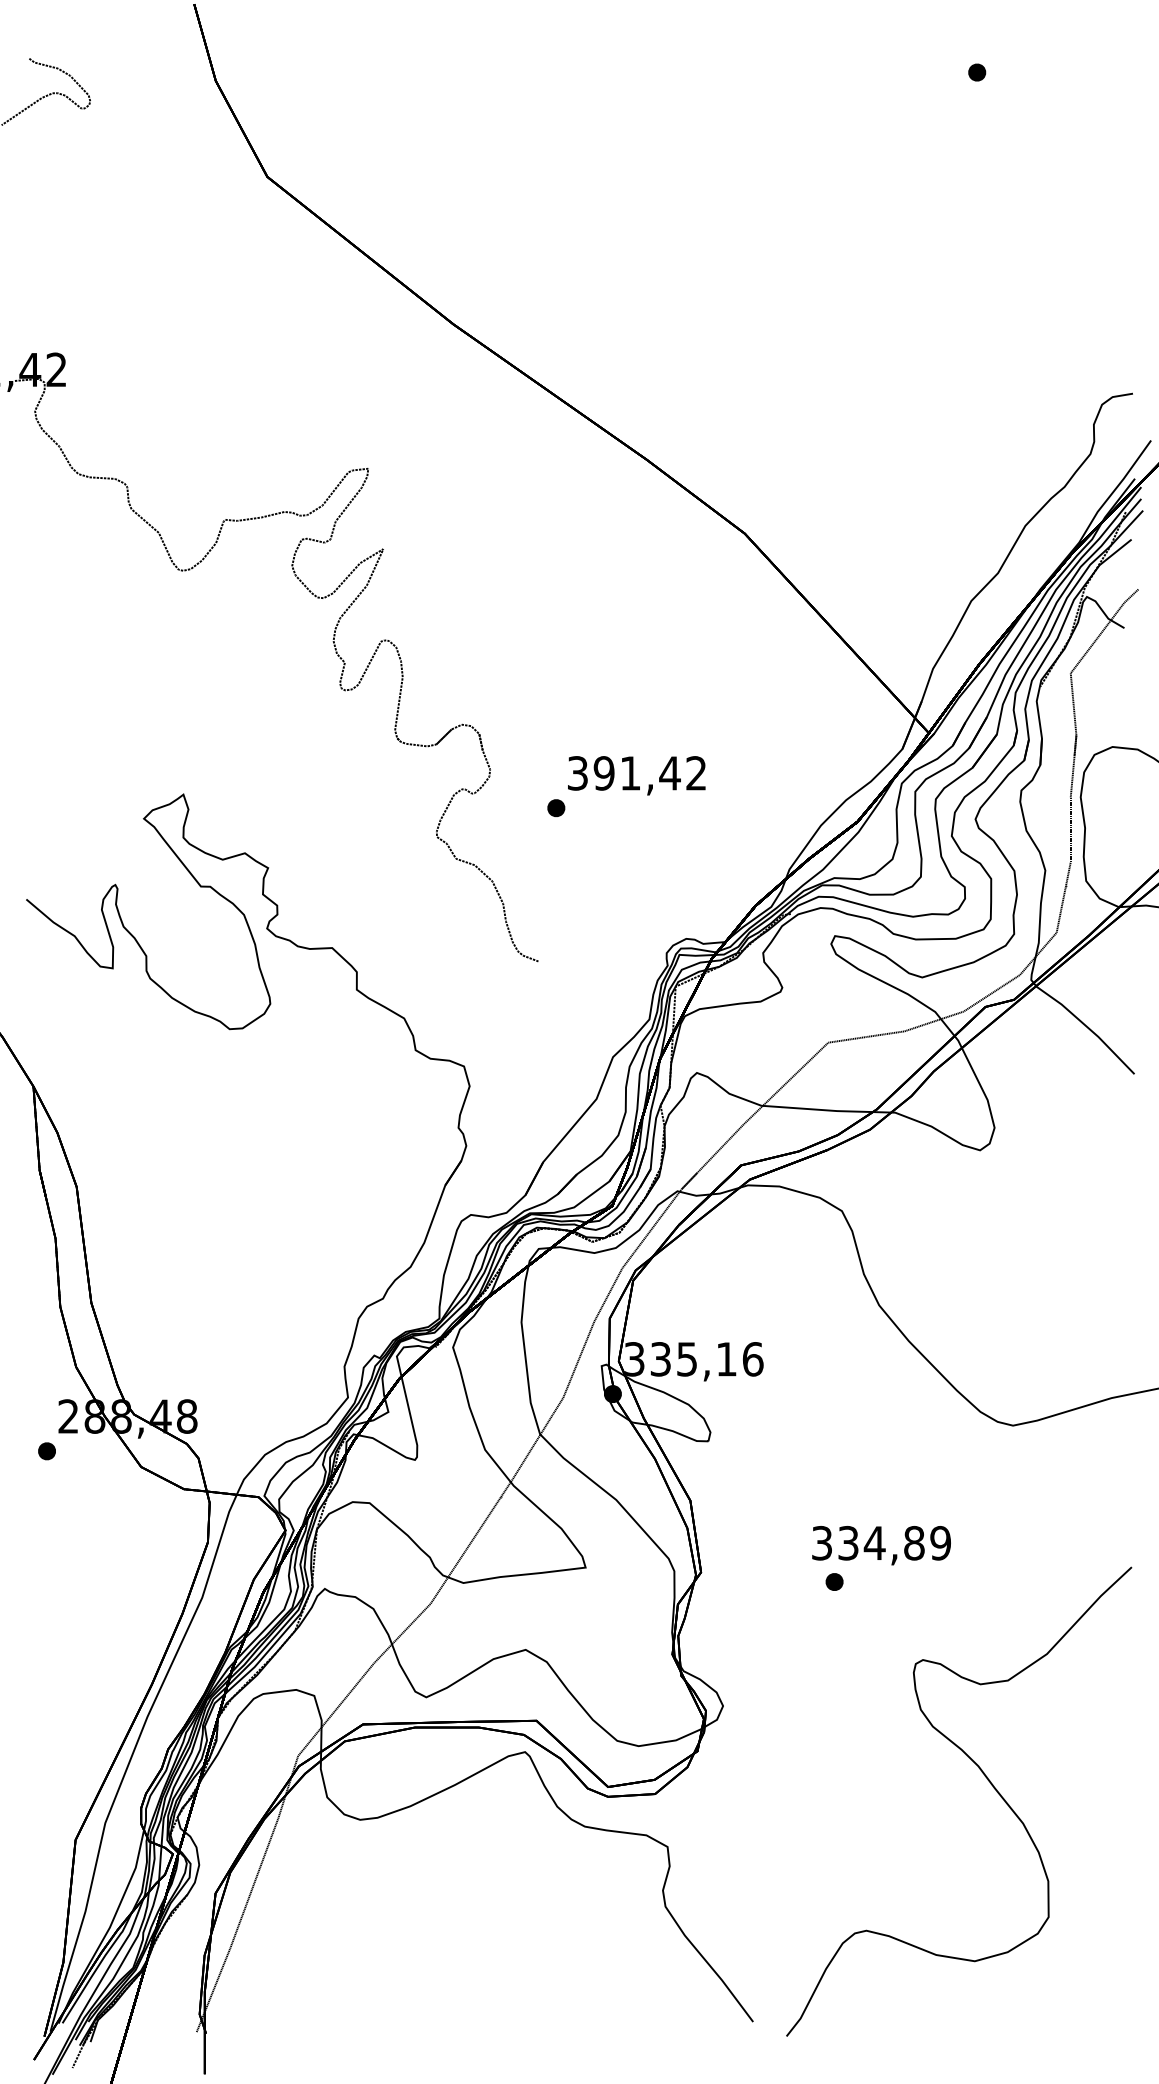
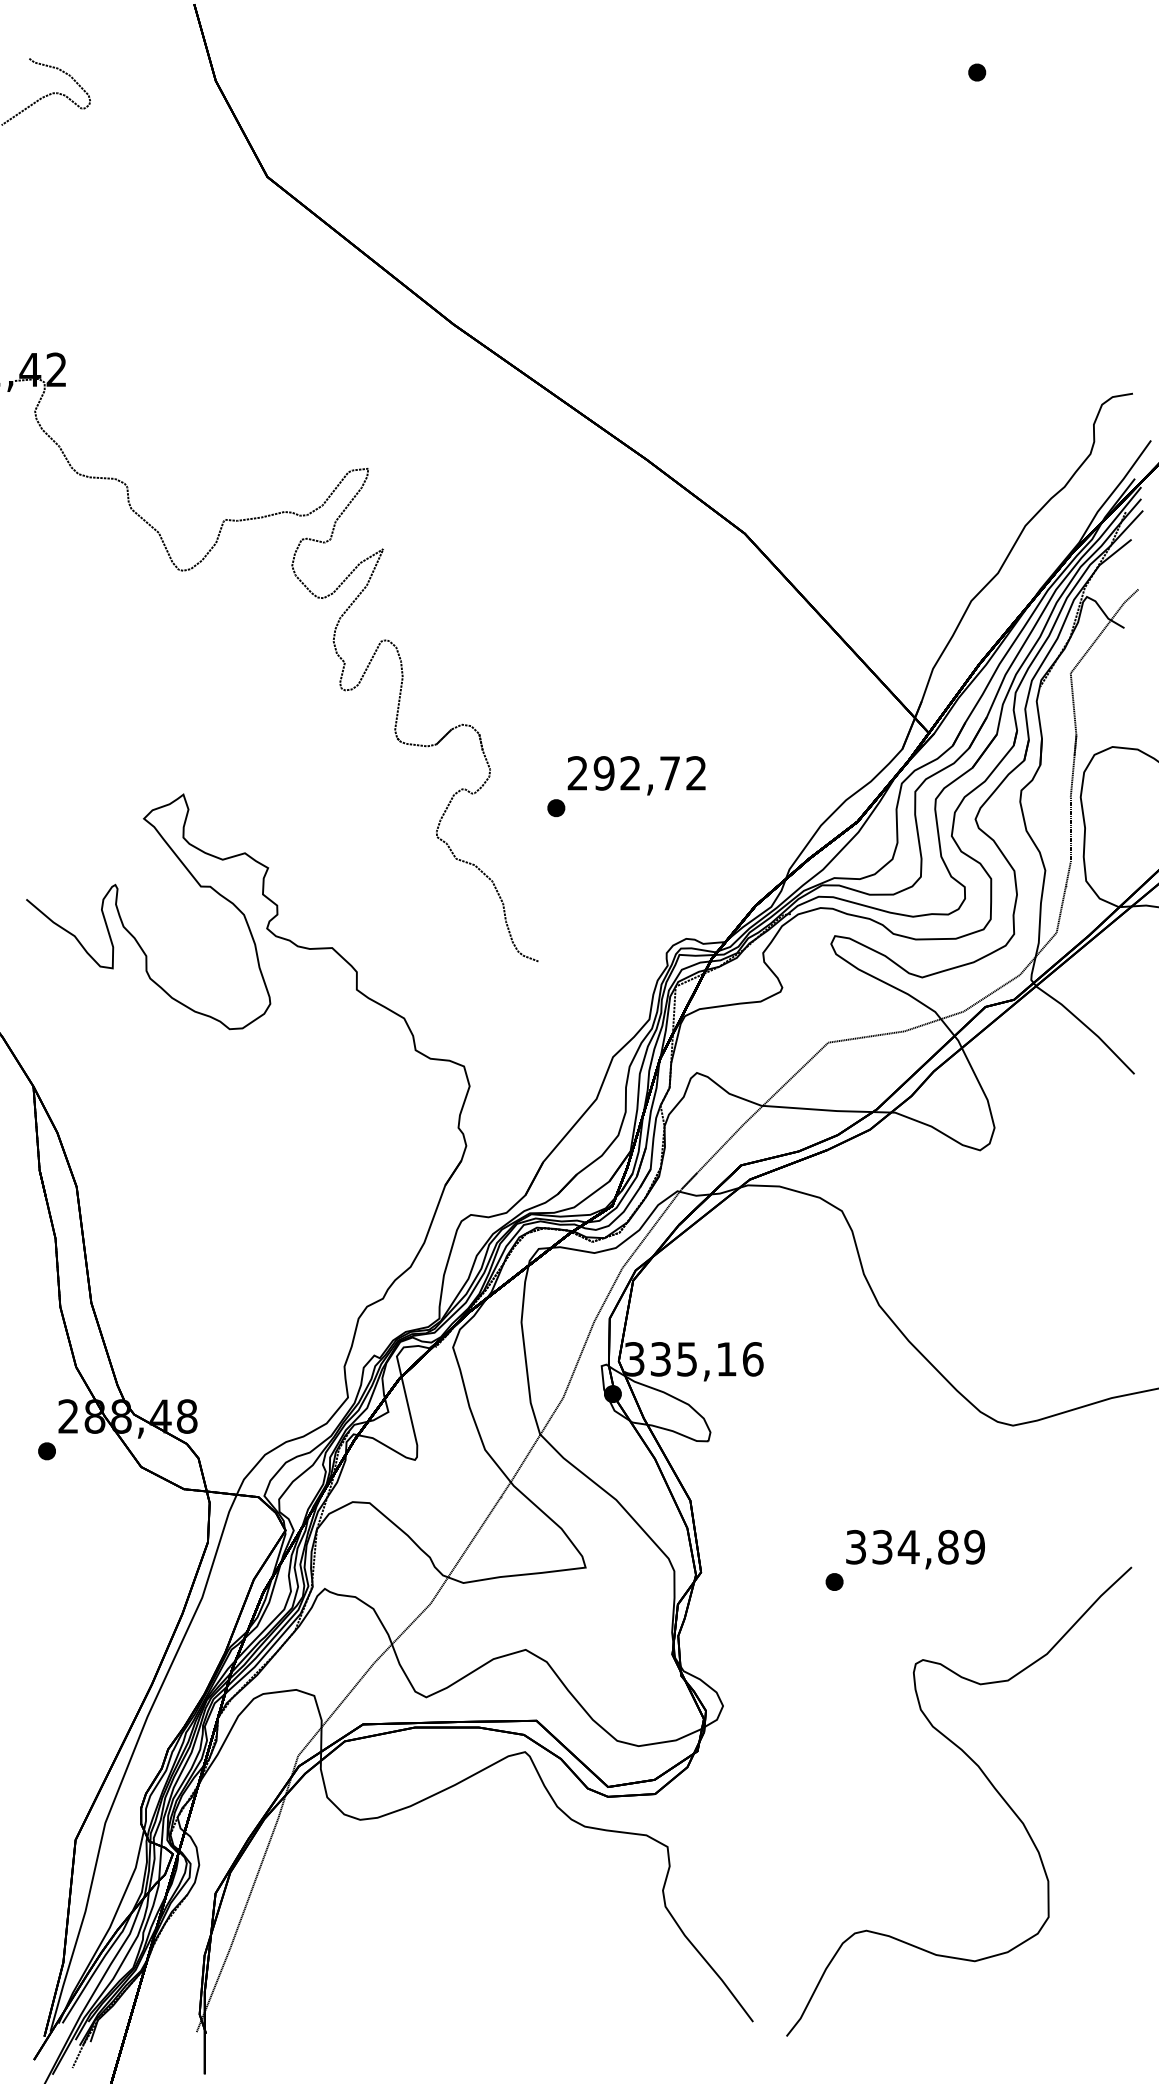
text at (623, 773): 391,42 -> 292,72
text at (881, 1545) position: (881, 1545) -> (915, 1549)
